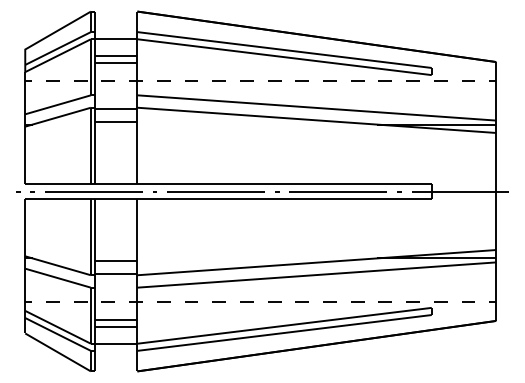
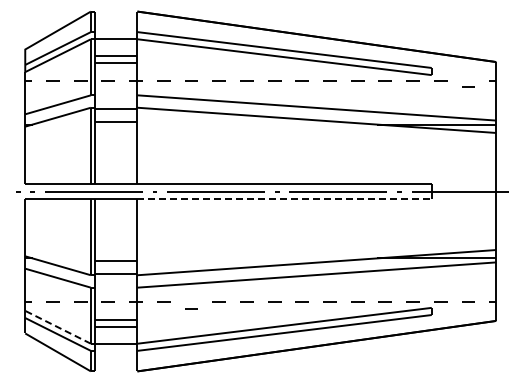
line at (468, 80) position: (468, 80) -> (468, 86)
line at (285, 198): solid -> dashed
line at (191, 301) position: (191, 301) -> (191, 308)
line at (58, 327): solid -> dashed
